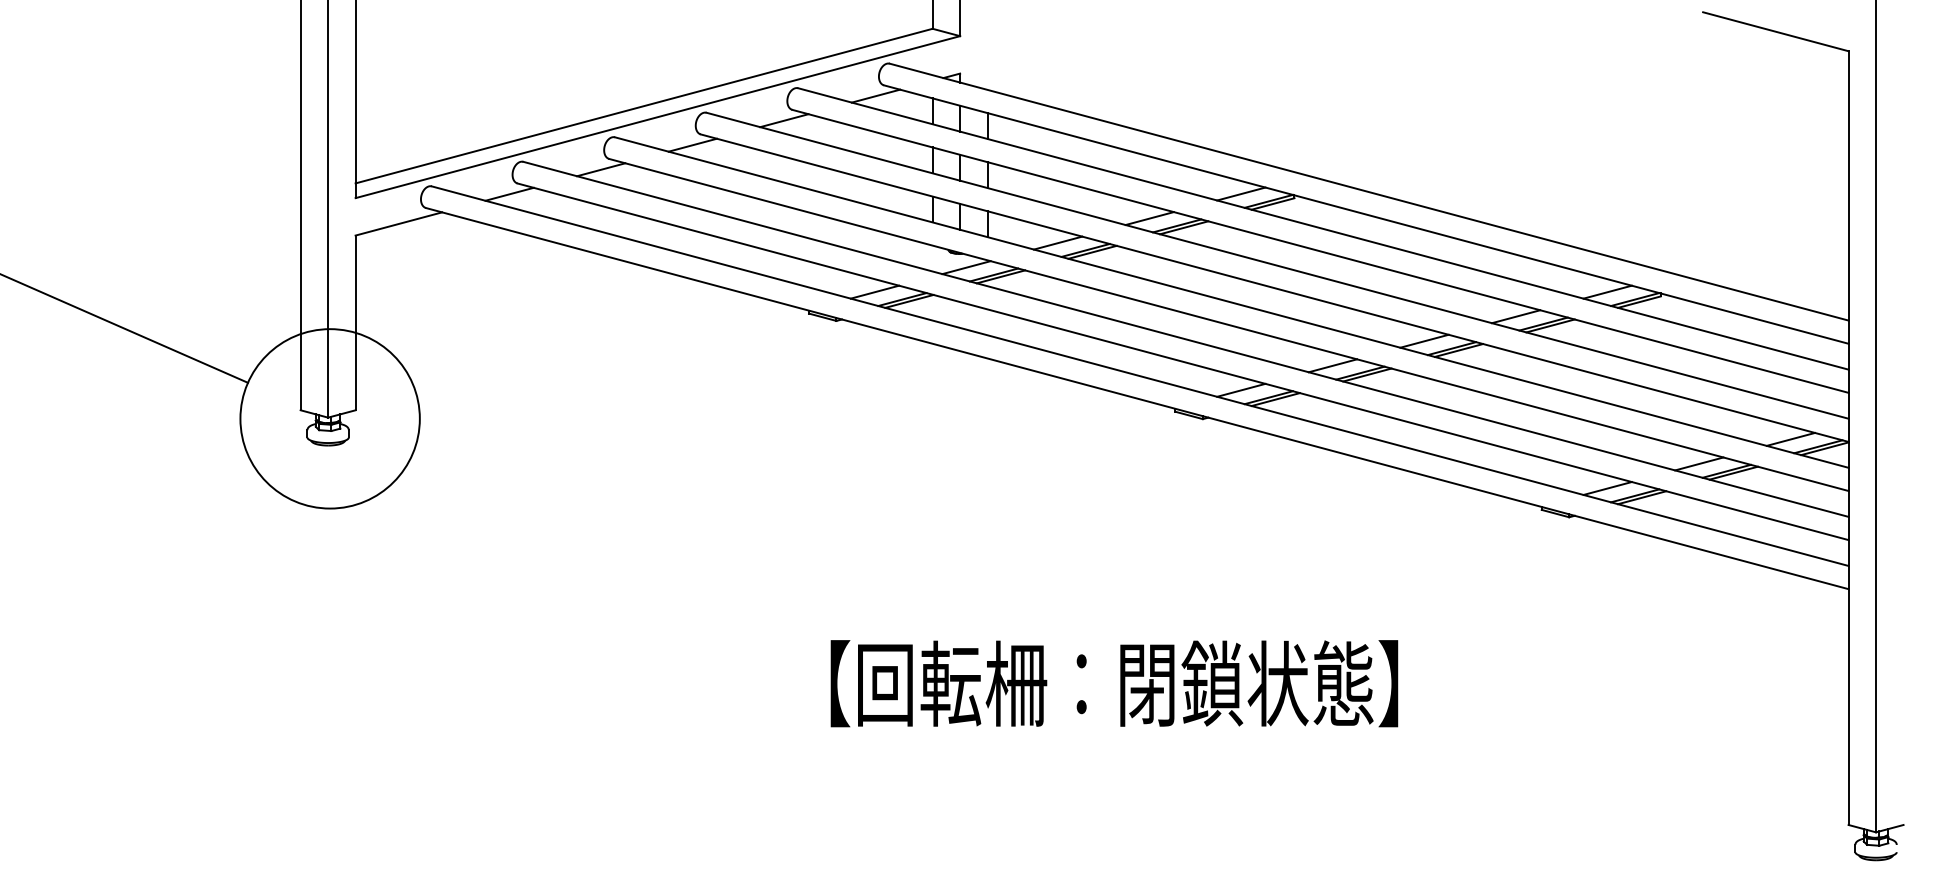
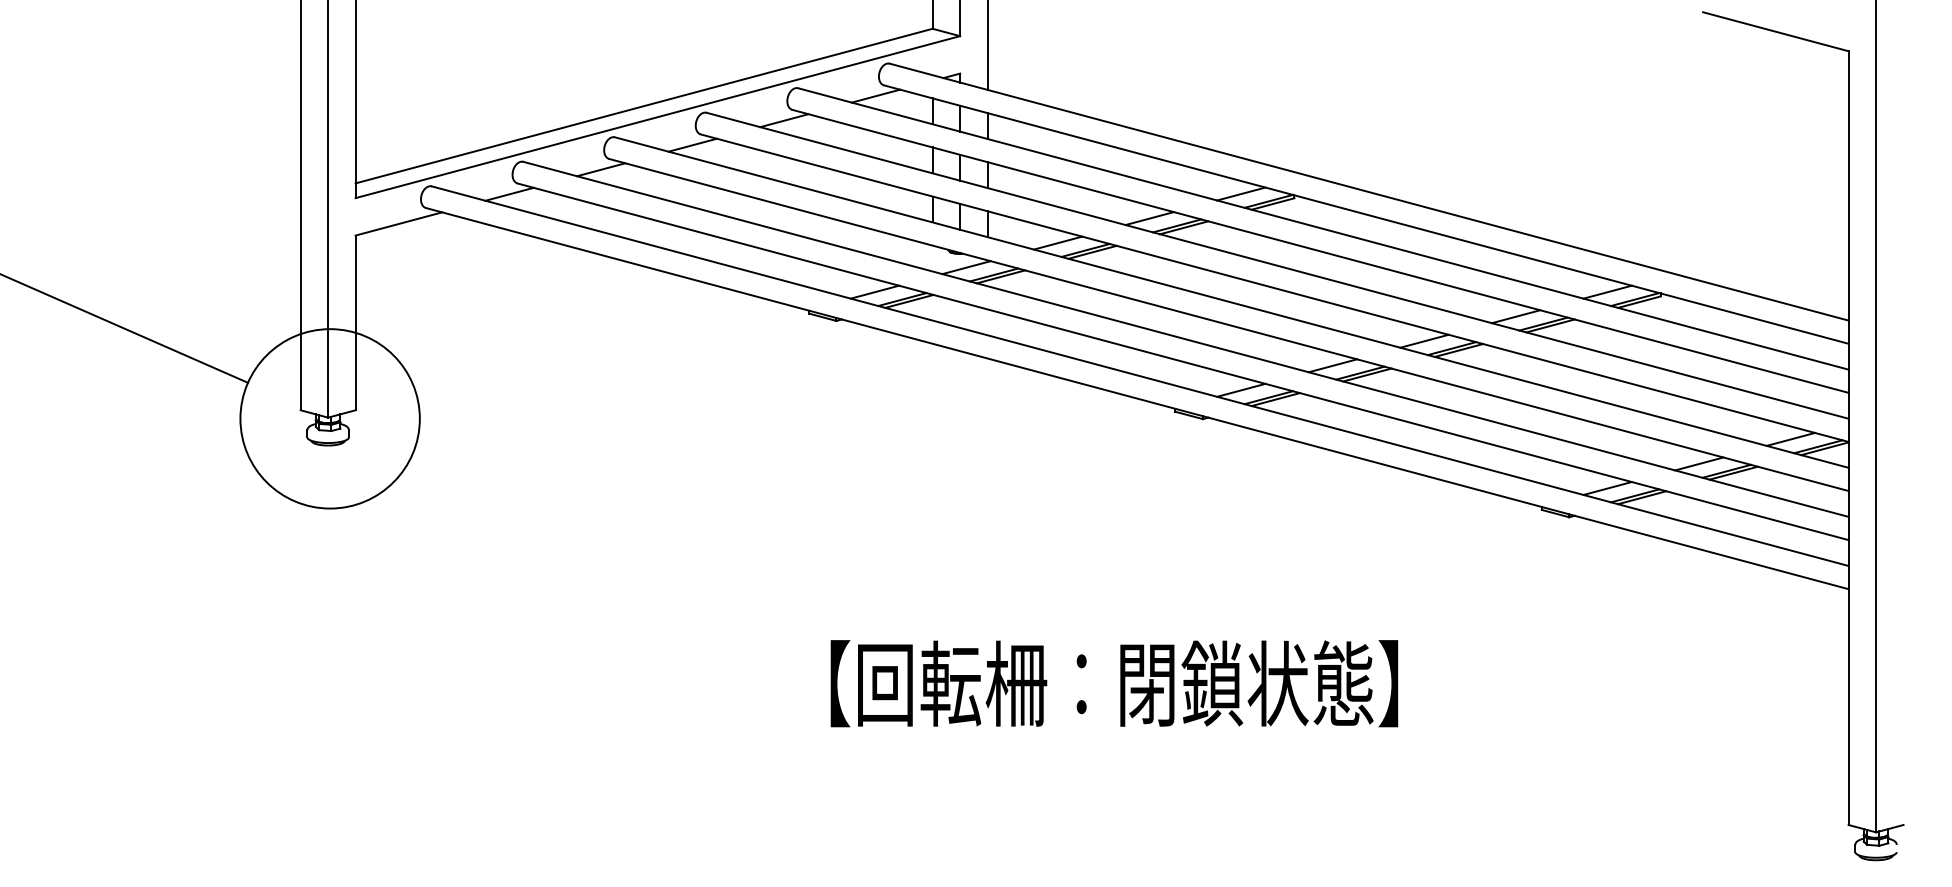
line at (987, 45): none -> present
